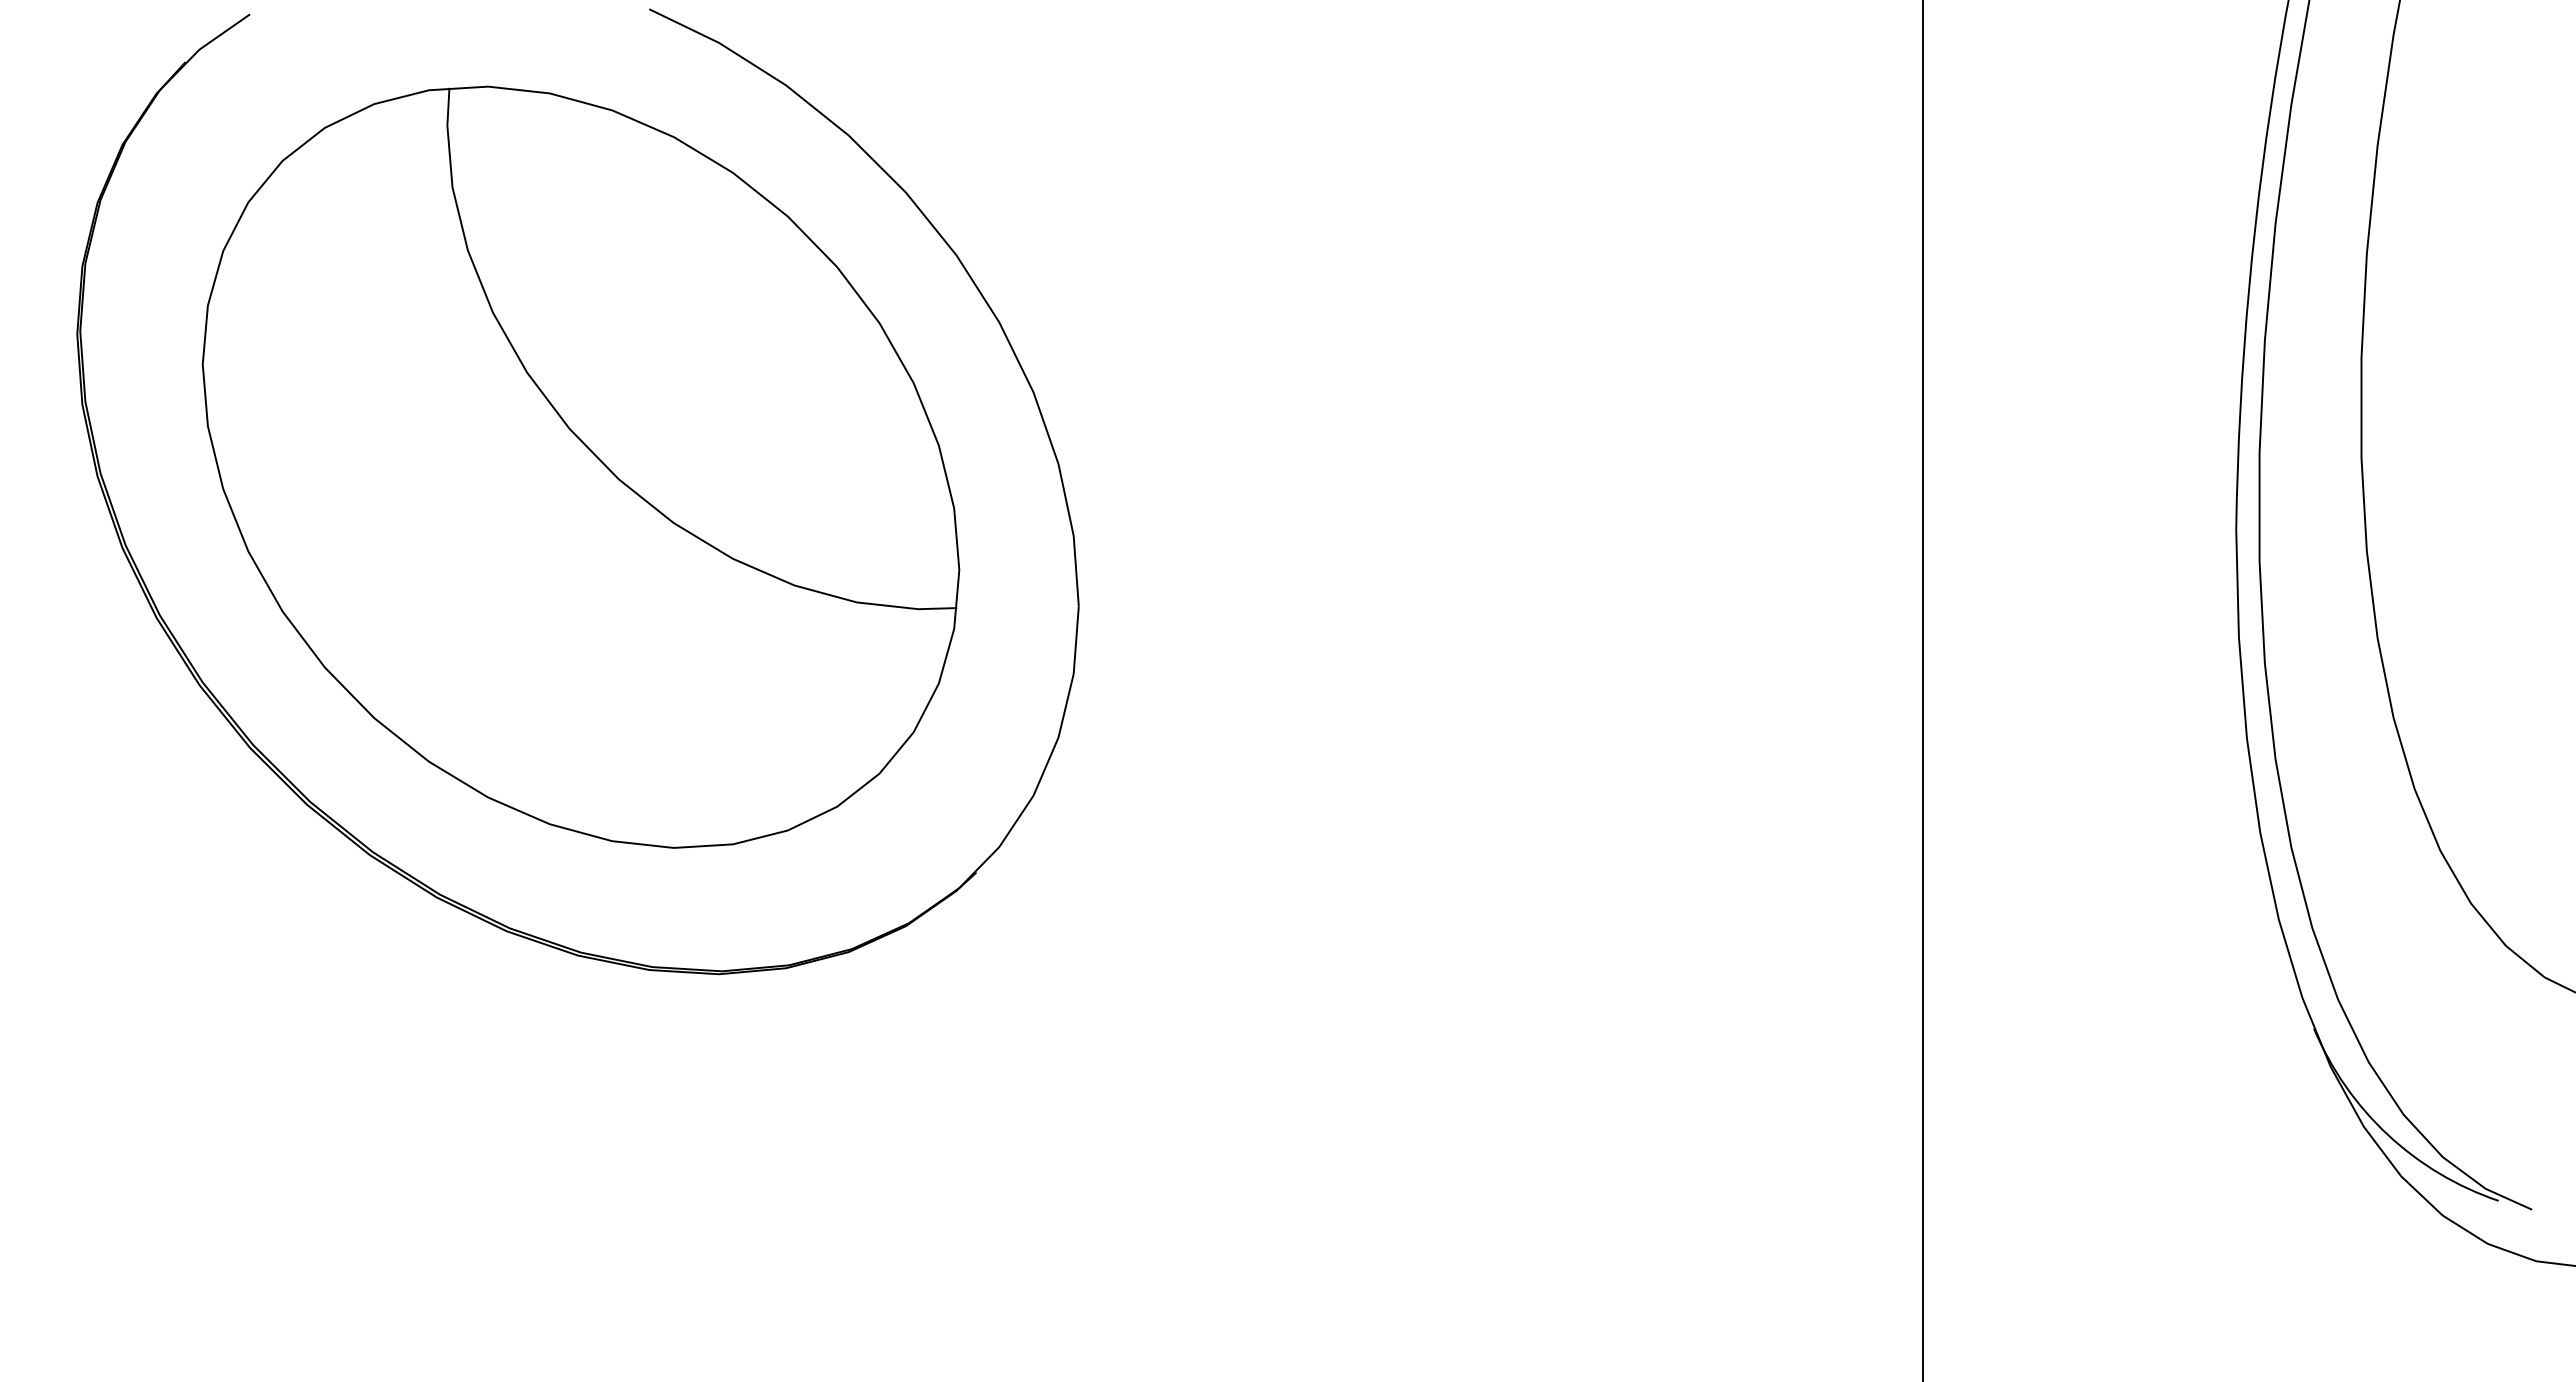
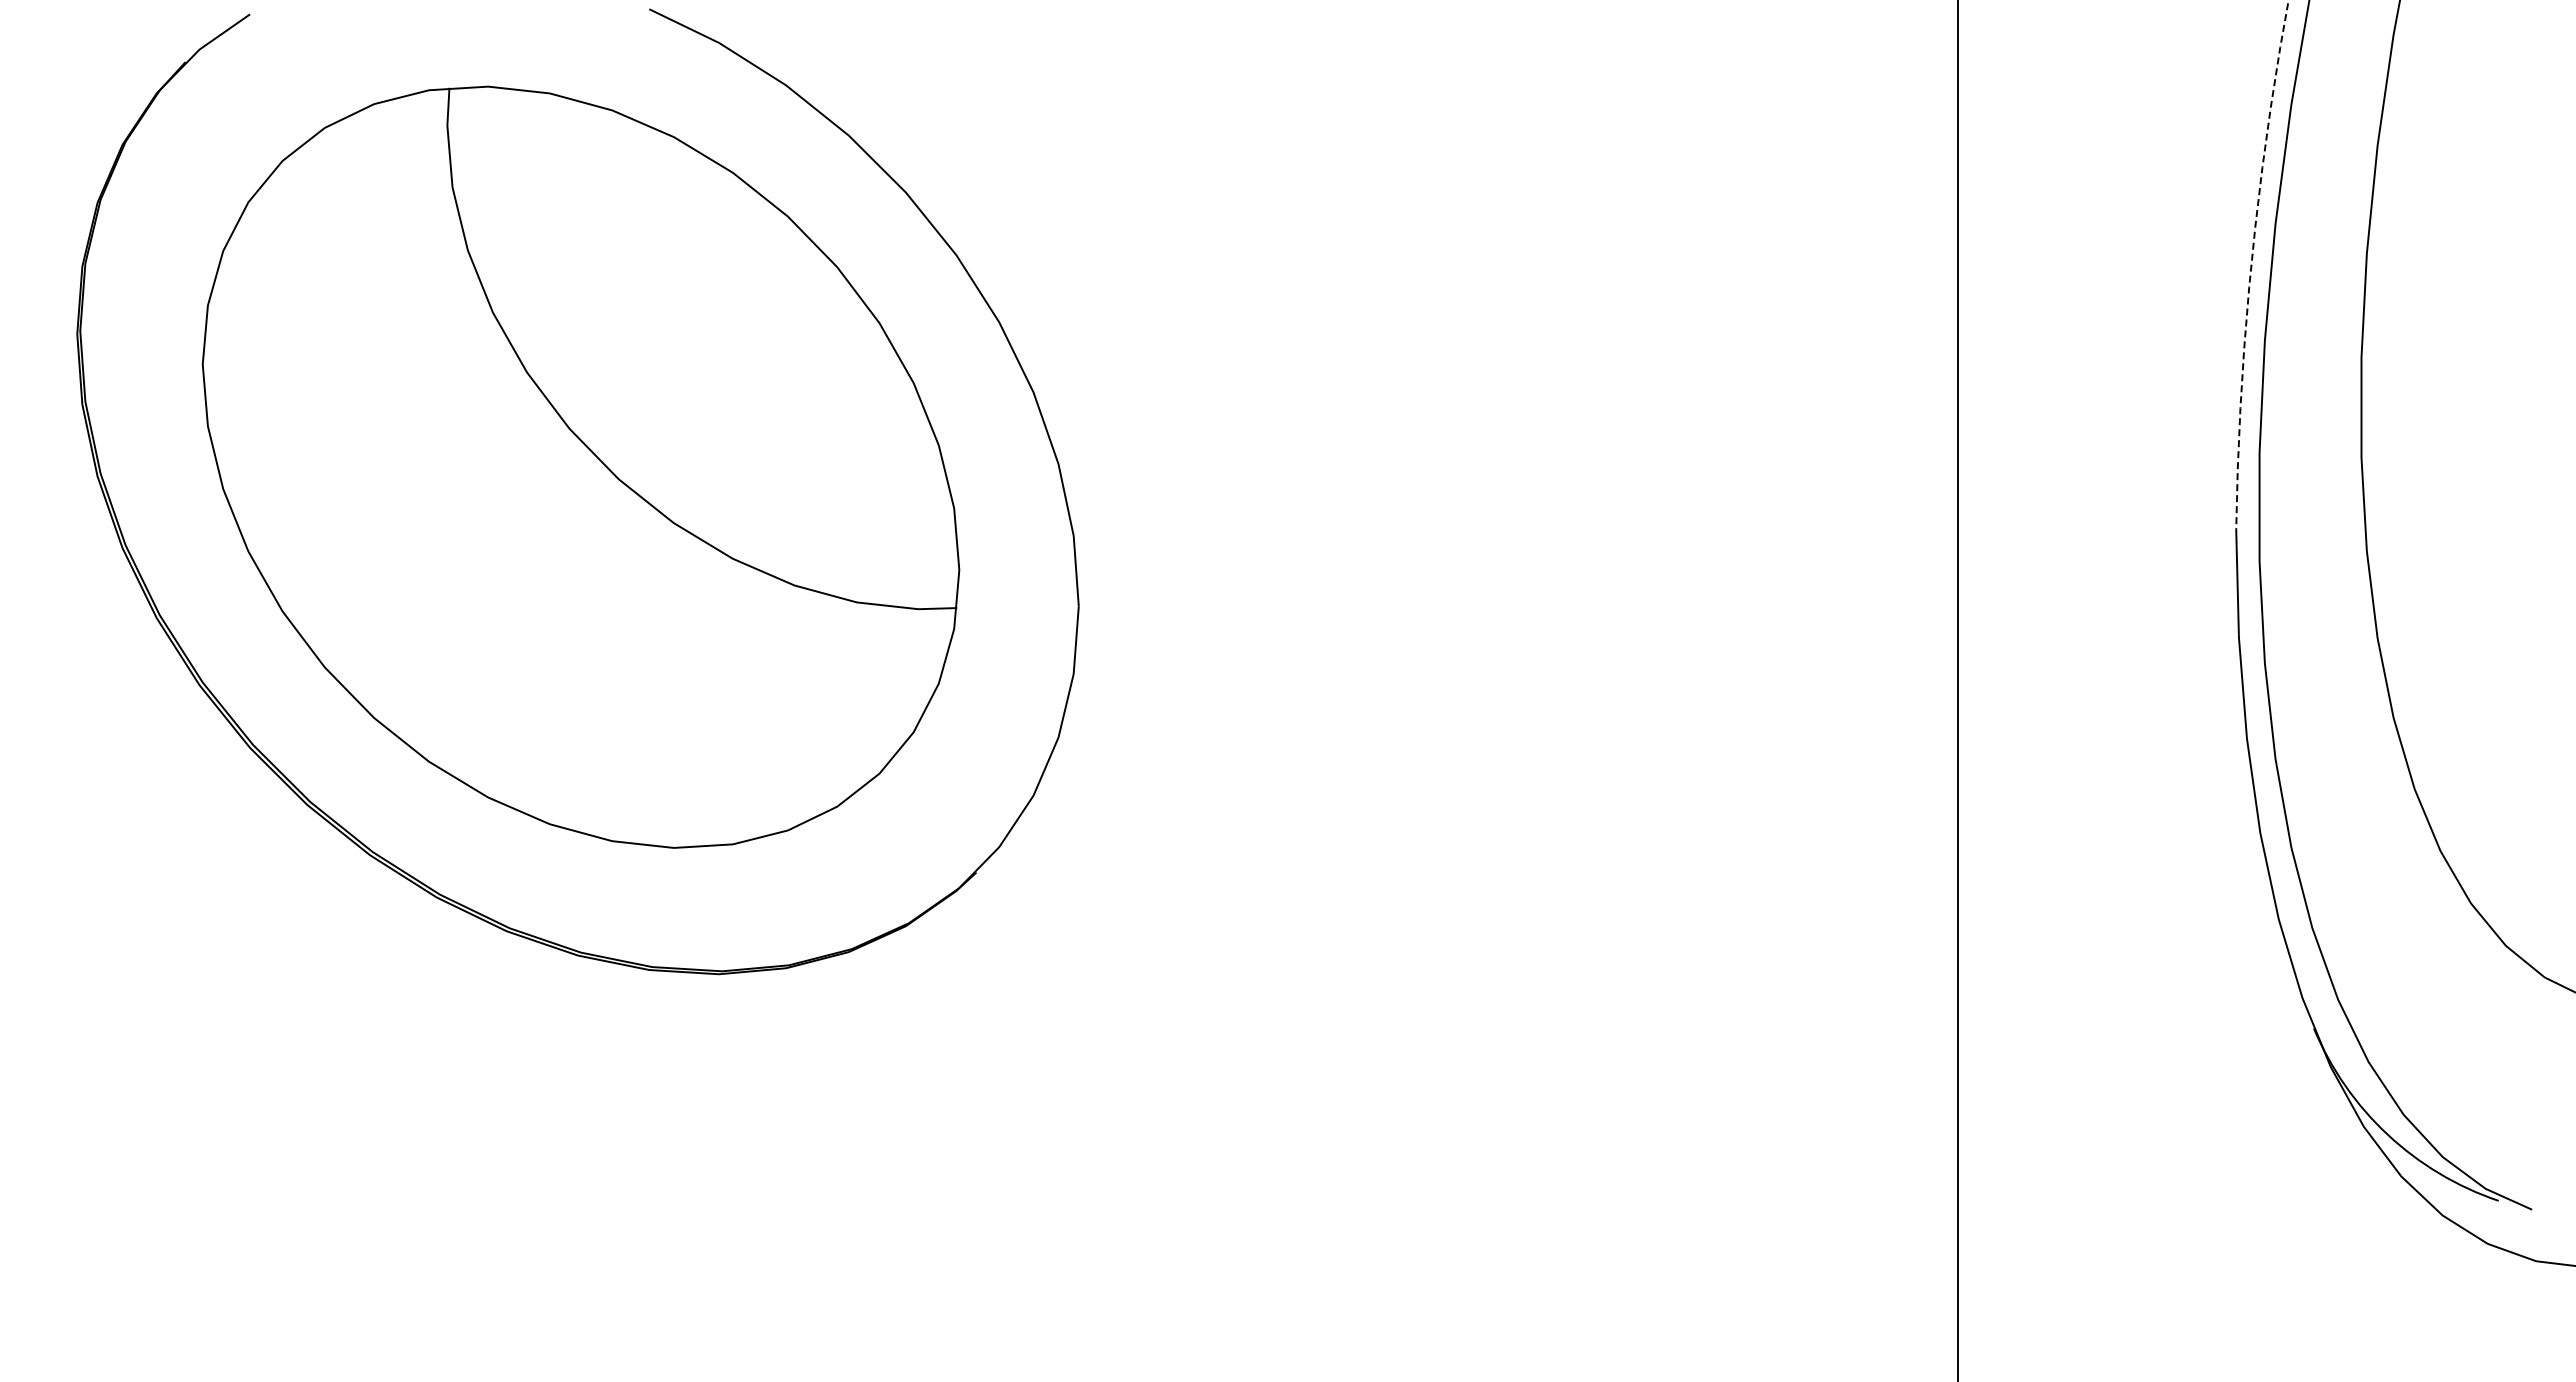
arc at (2251, 264): solid -> dashed
line at (1922, 690) position: (1922, 690) -> (1957, 690)
